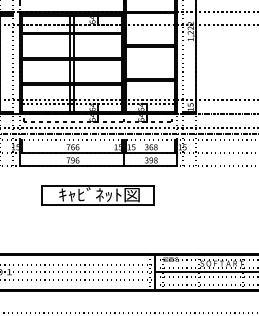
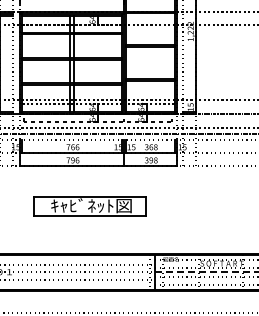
part at (97, 195) position: (97, 195) -> (89, 206)
line at (207, 272): solid -> dashed
